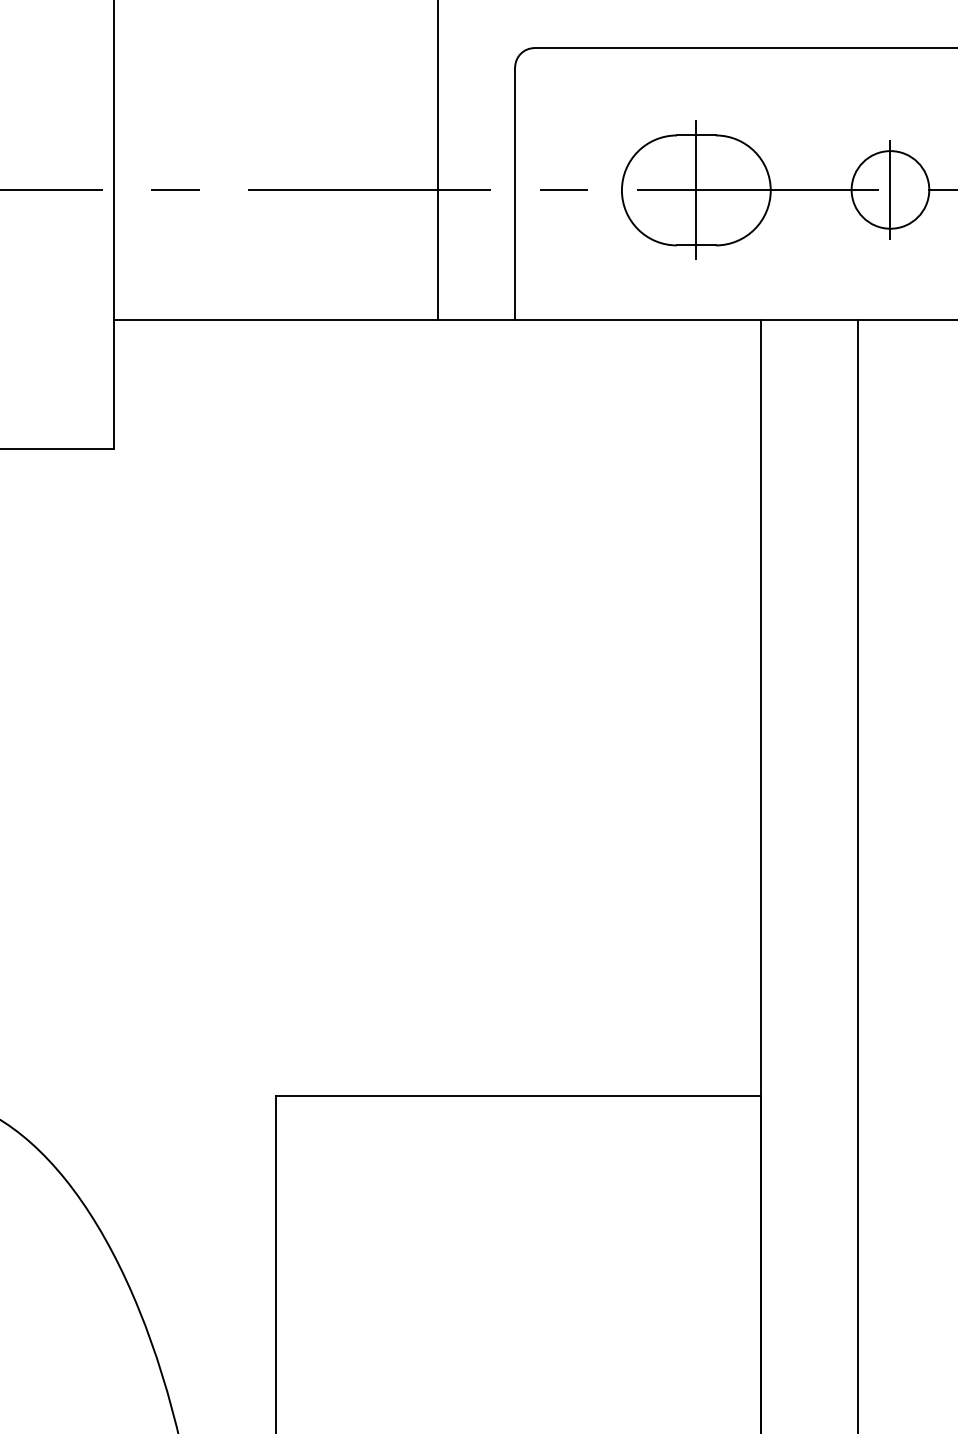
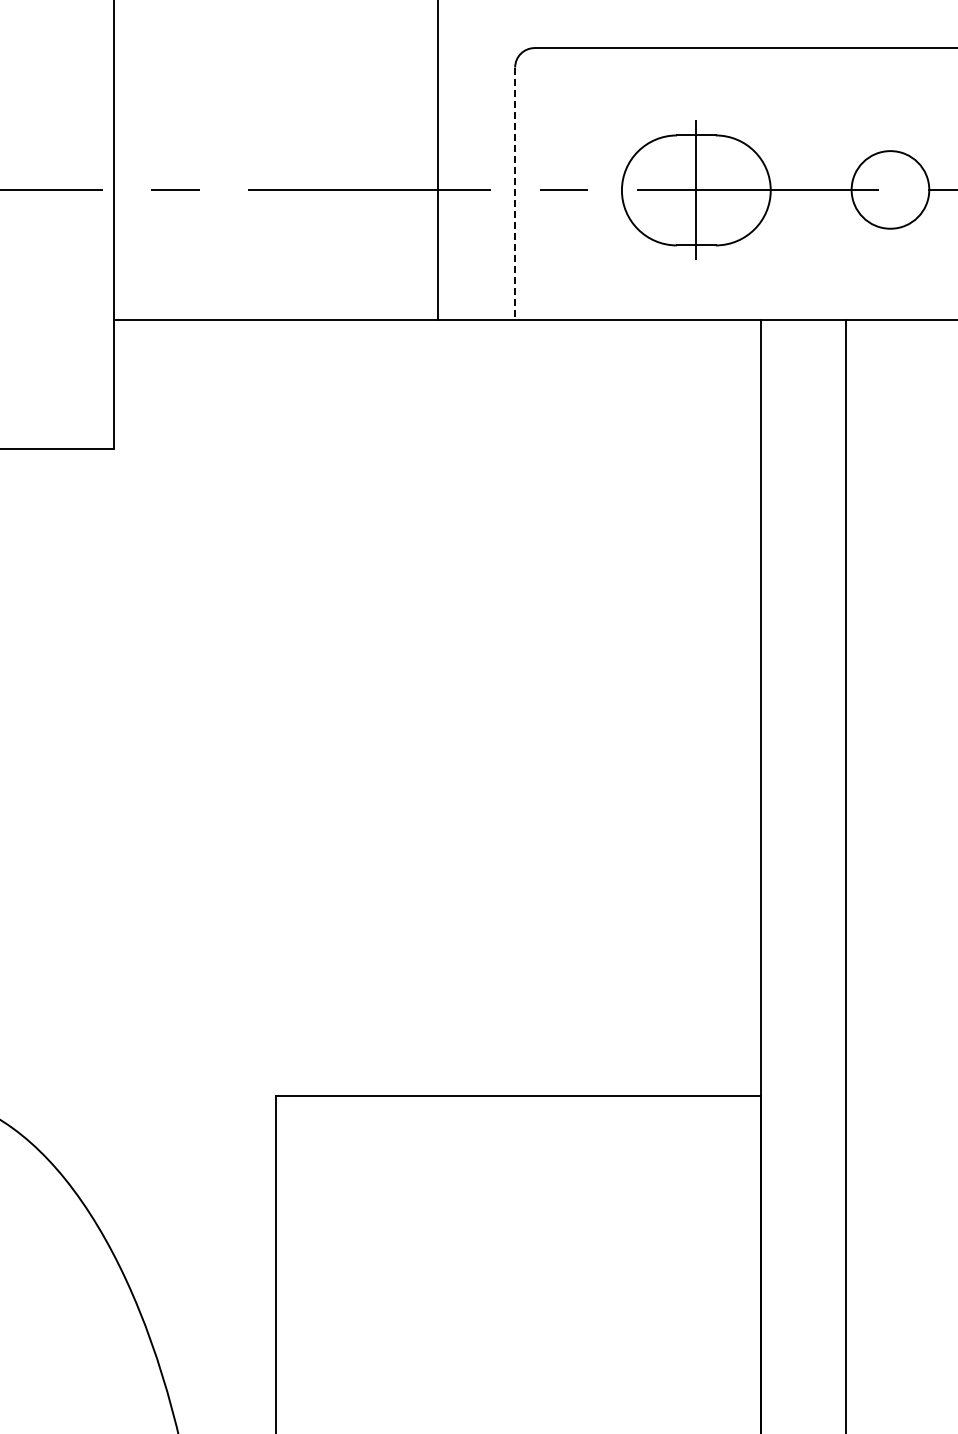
line at (890, 189): present -> none
line at (515, 194): solid -> dashed
line at (858, 874) position: (858, 874) -> (846, 874)
